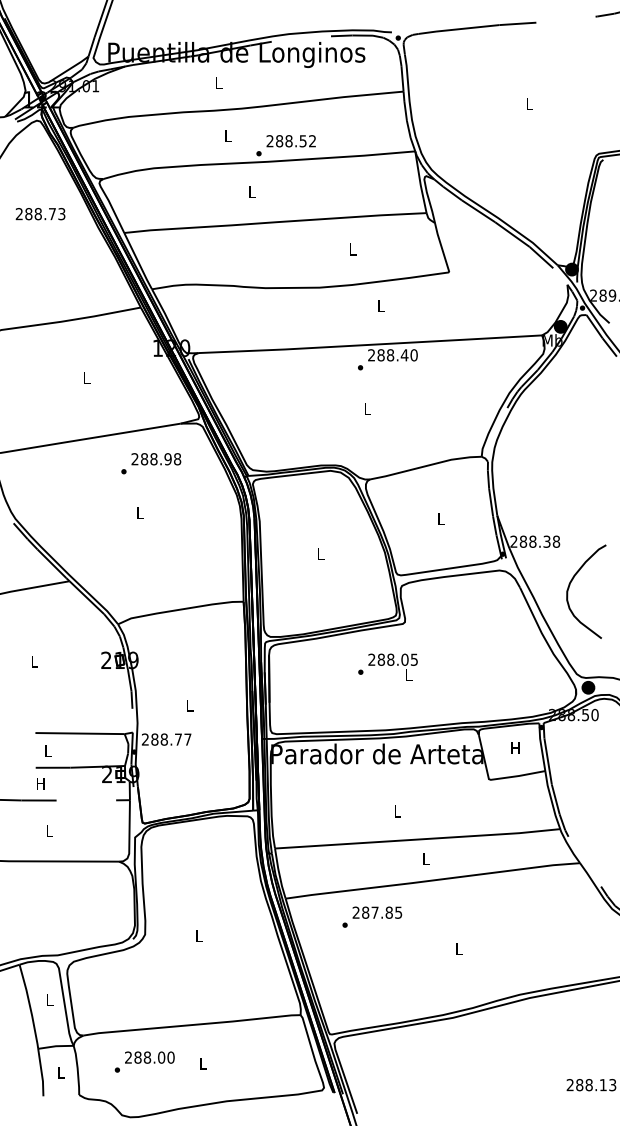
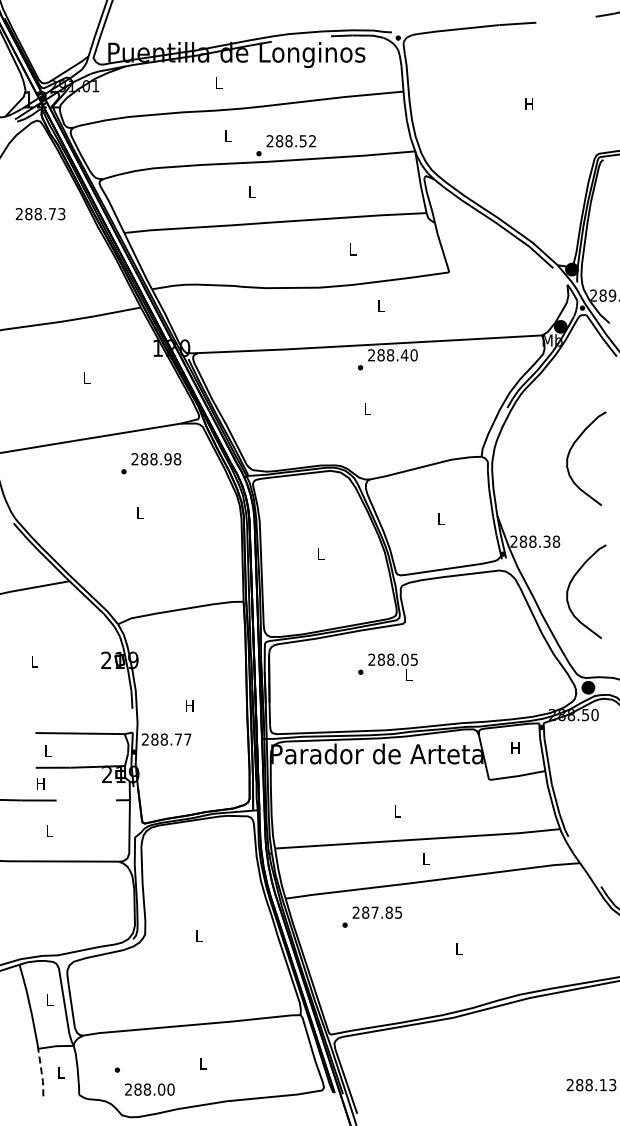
text at (528, 103): L -> H
curve at (570, 452): none -> present
text at (189, 705): L -> H
text at (149, 1057) position: (149, 1057) -> (149, 1089)
line at (41, 1072): solid -> dashed
